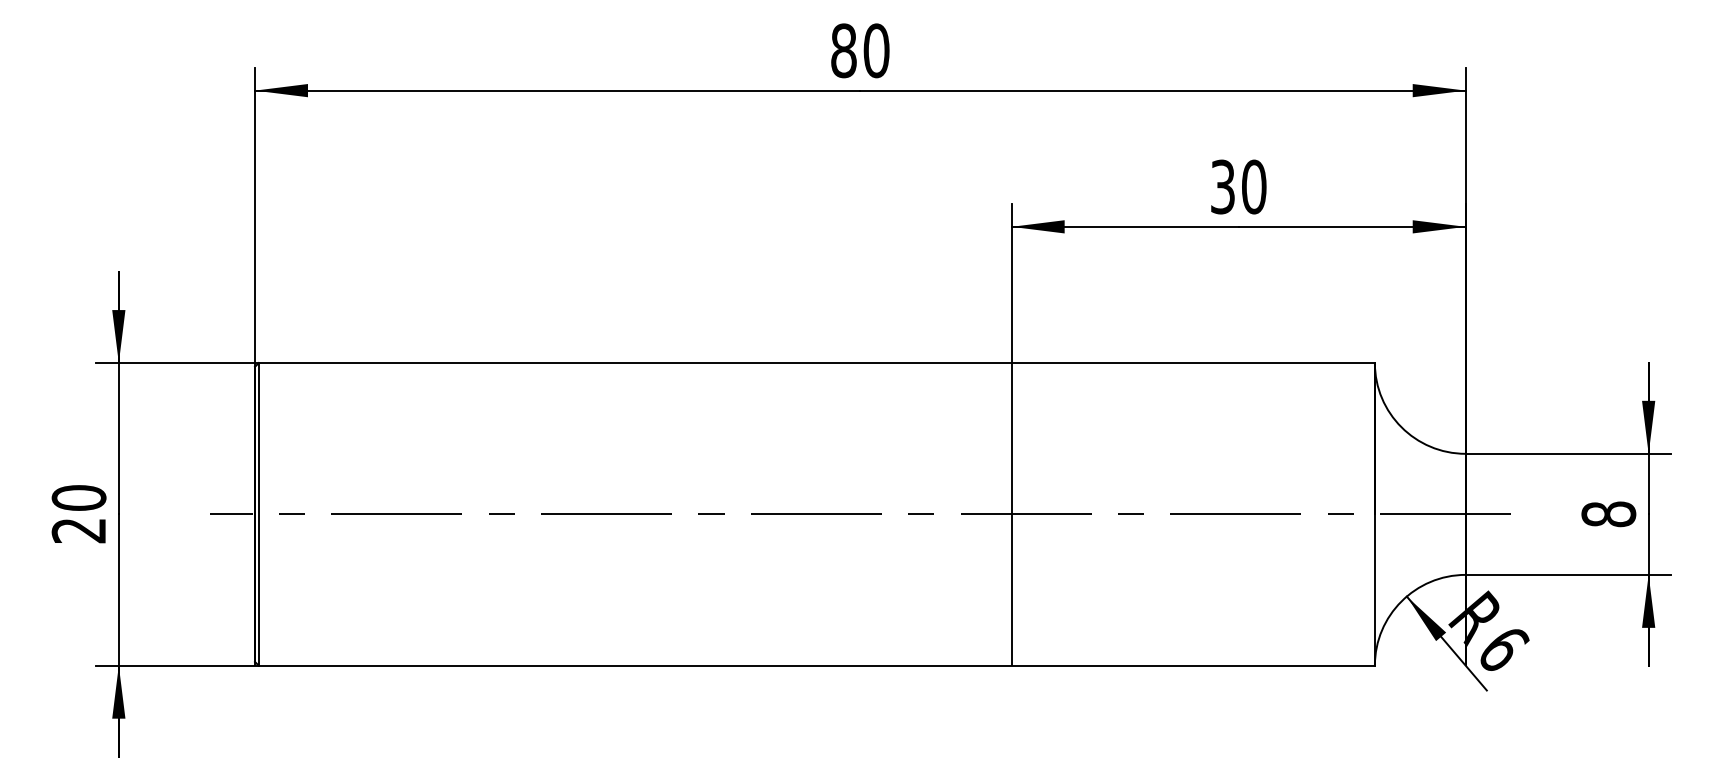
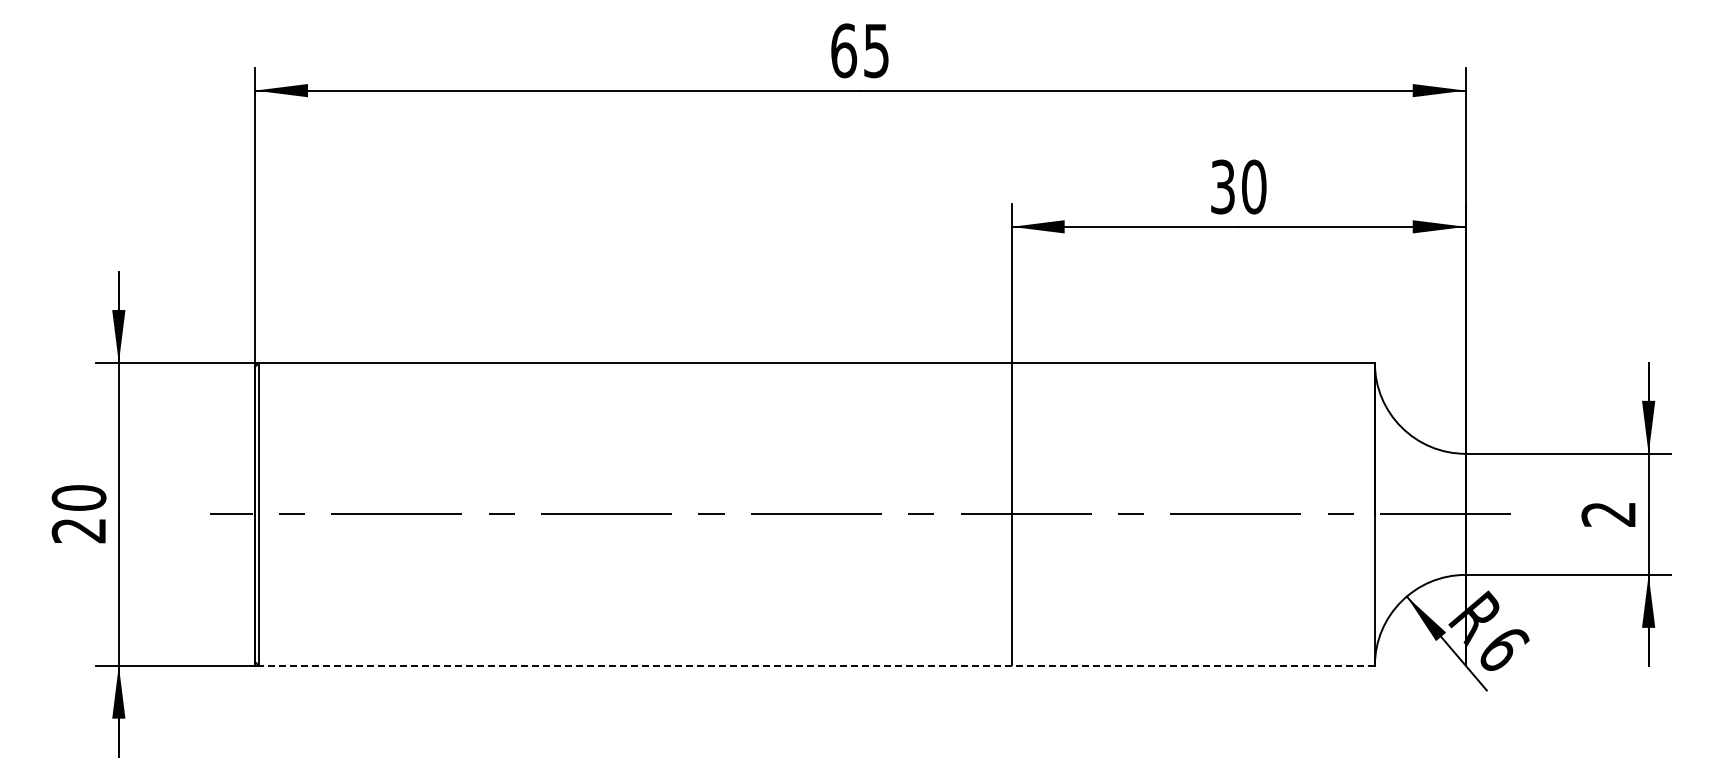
text at (860, 50): 80 -> 65
text at (1608, 514): 8 -> 2
line at (816, 665): solid -> dashed
